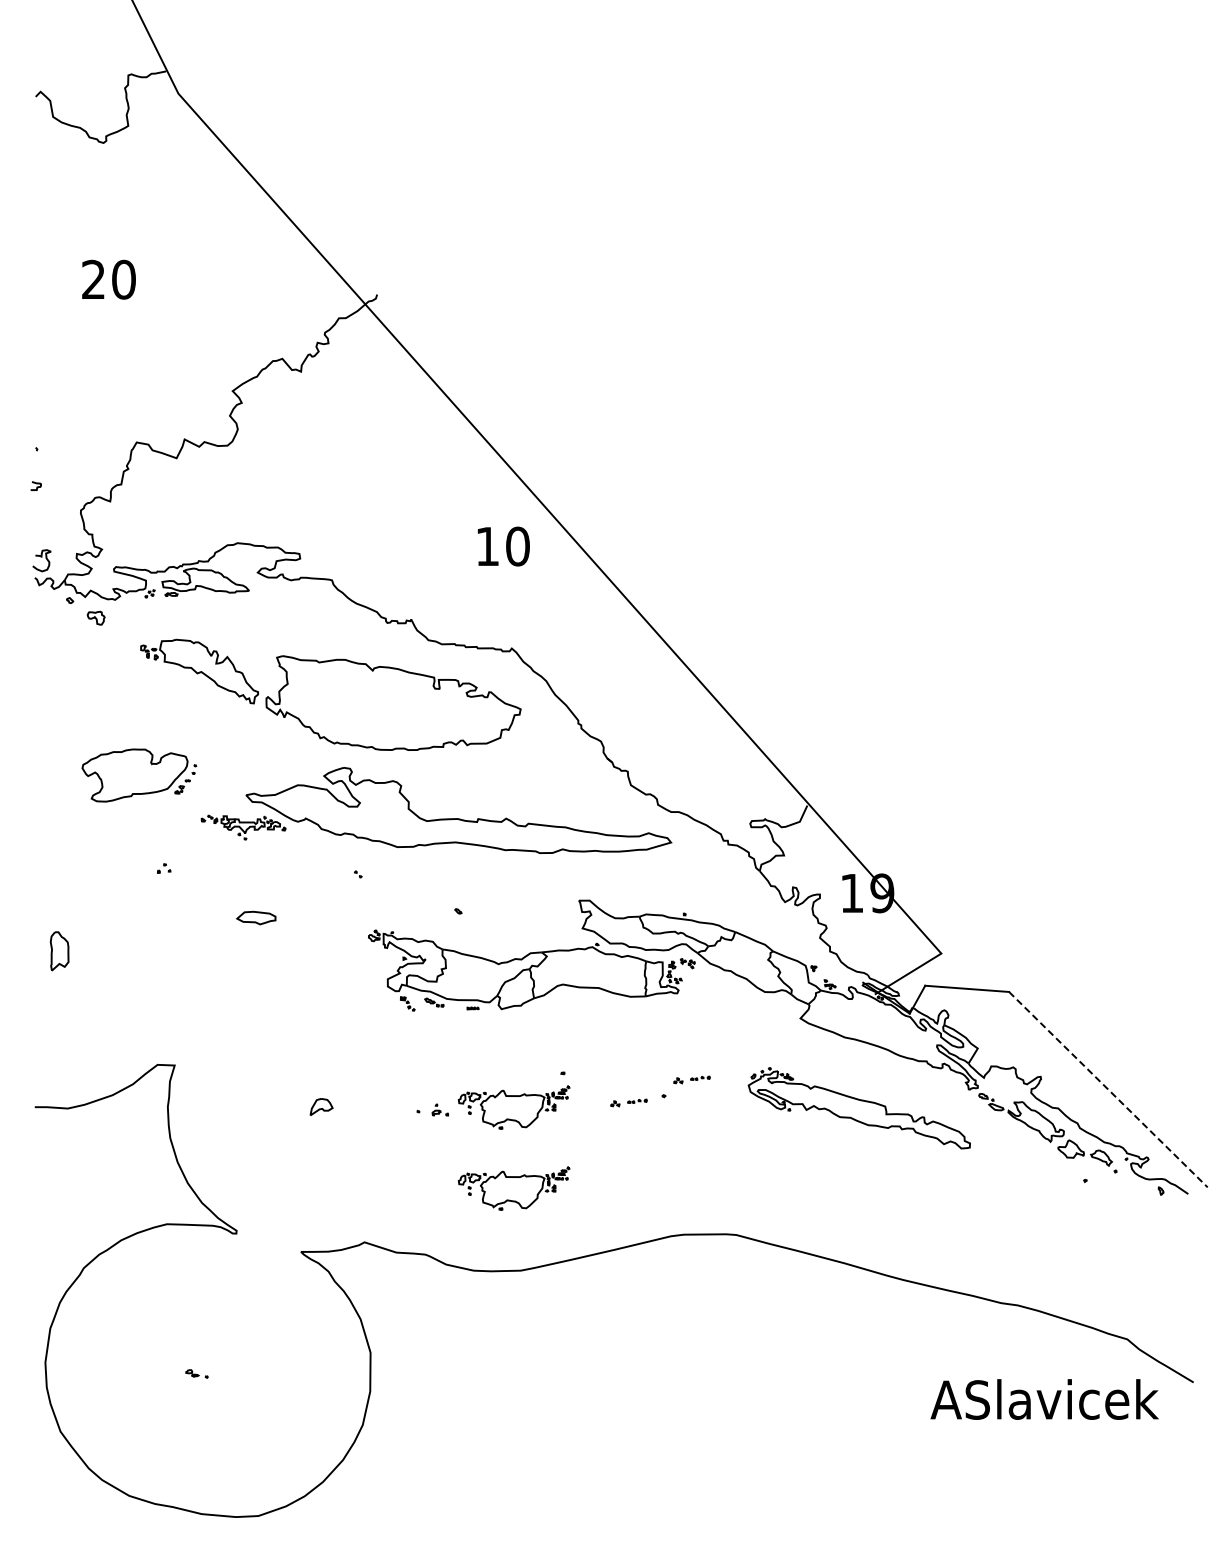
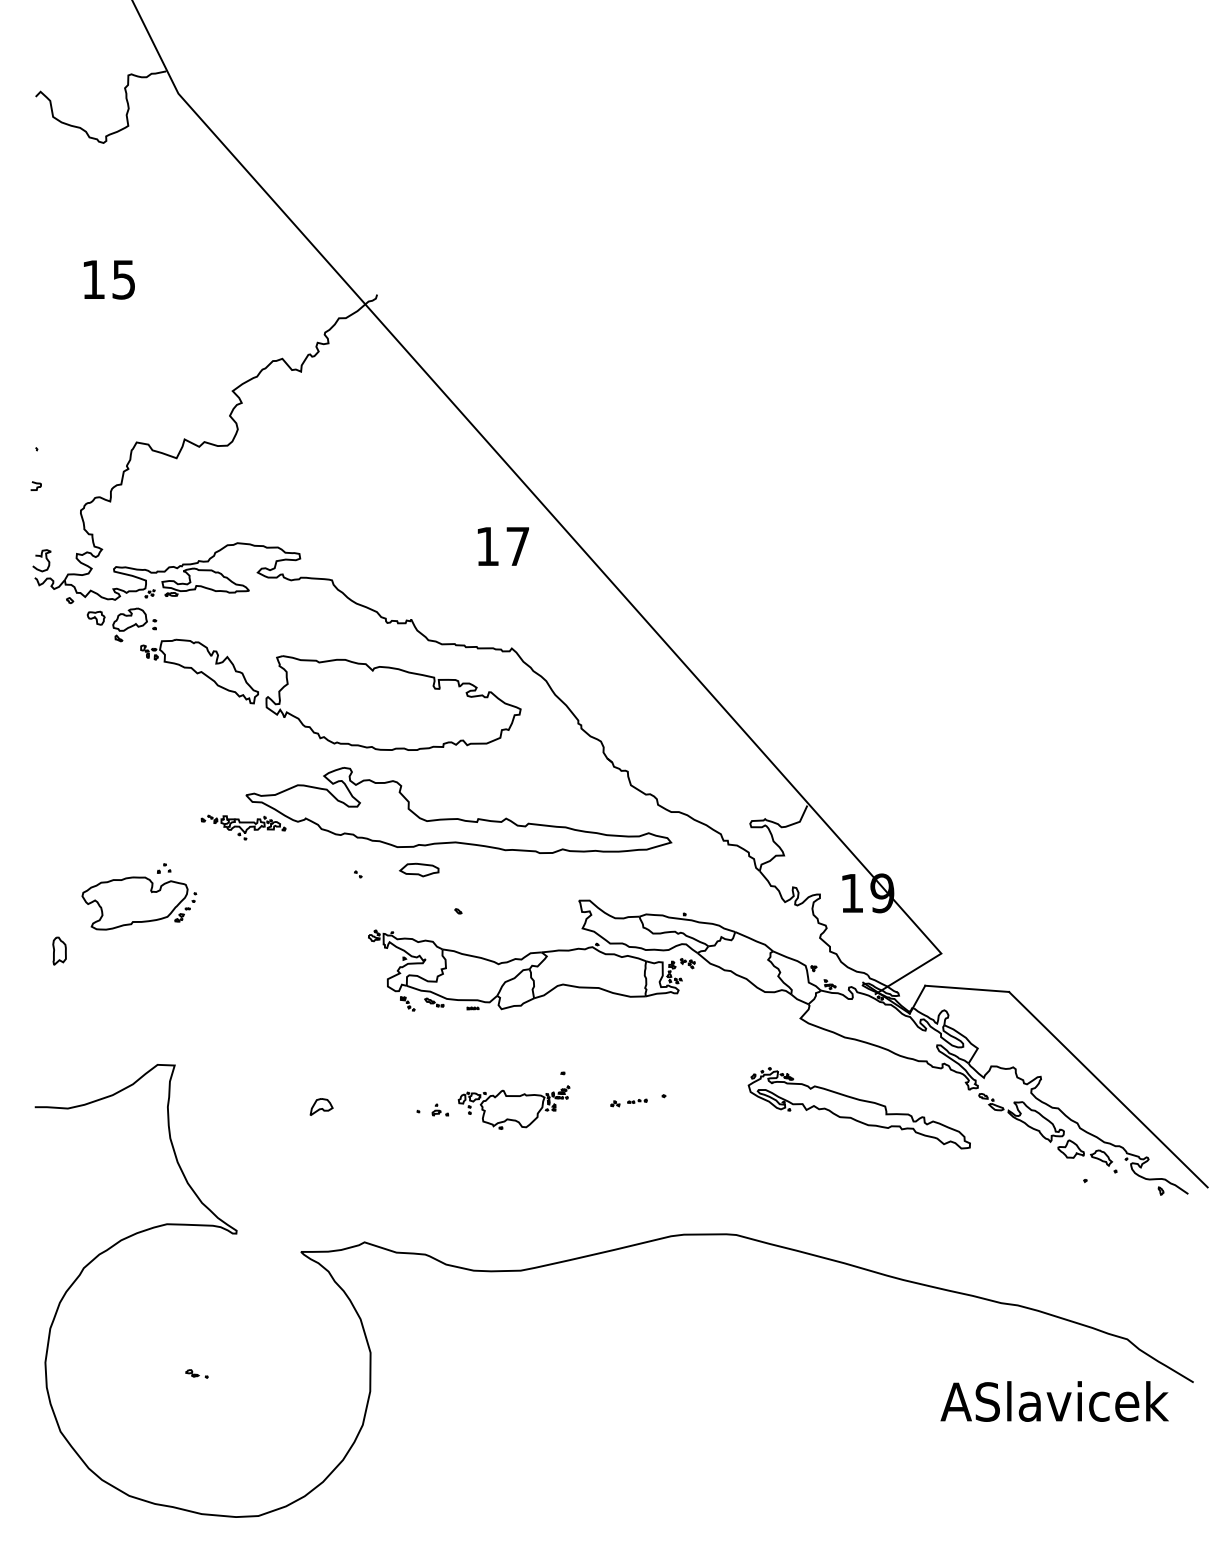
text at (108, 279): 20 -> 15
text at (517, 546): 10 -> 17
part at (134, 624): none -> present
part at (139, 775) position: (139, 775) -> (139, 903)
part at (256, 917) position: (256, 917) -> (419, 869)
part at (59, 951) size: 21x41 px -> 15x30 px
part at (691, 1079): present -> none
line at (1108, 1090): dashed -> solid
part at (513, 1188): present -> none
text at (1044, 1399) position: (1044, 1399) -> (1054, 1401)
